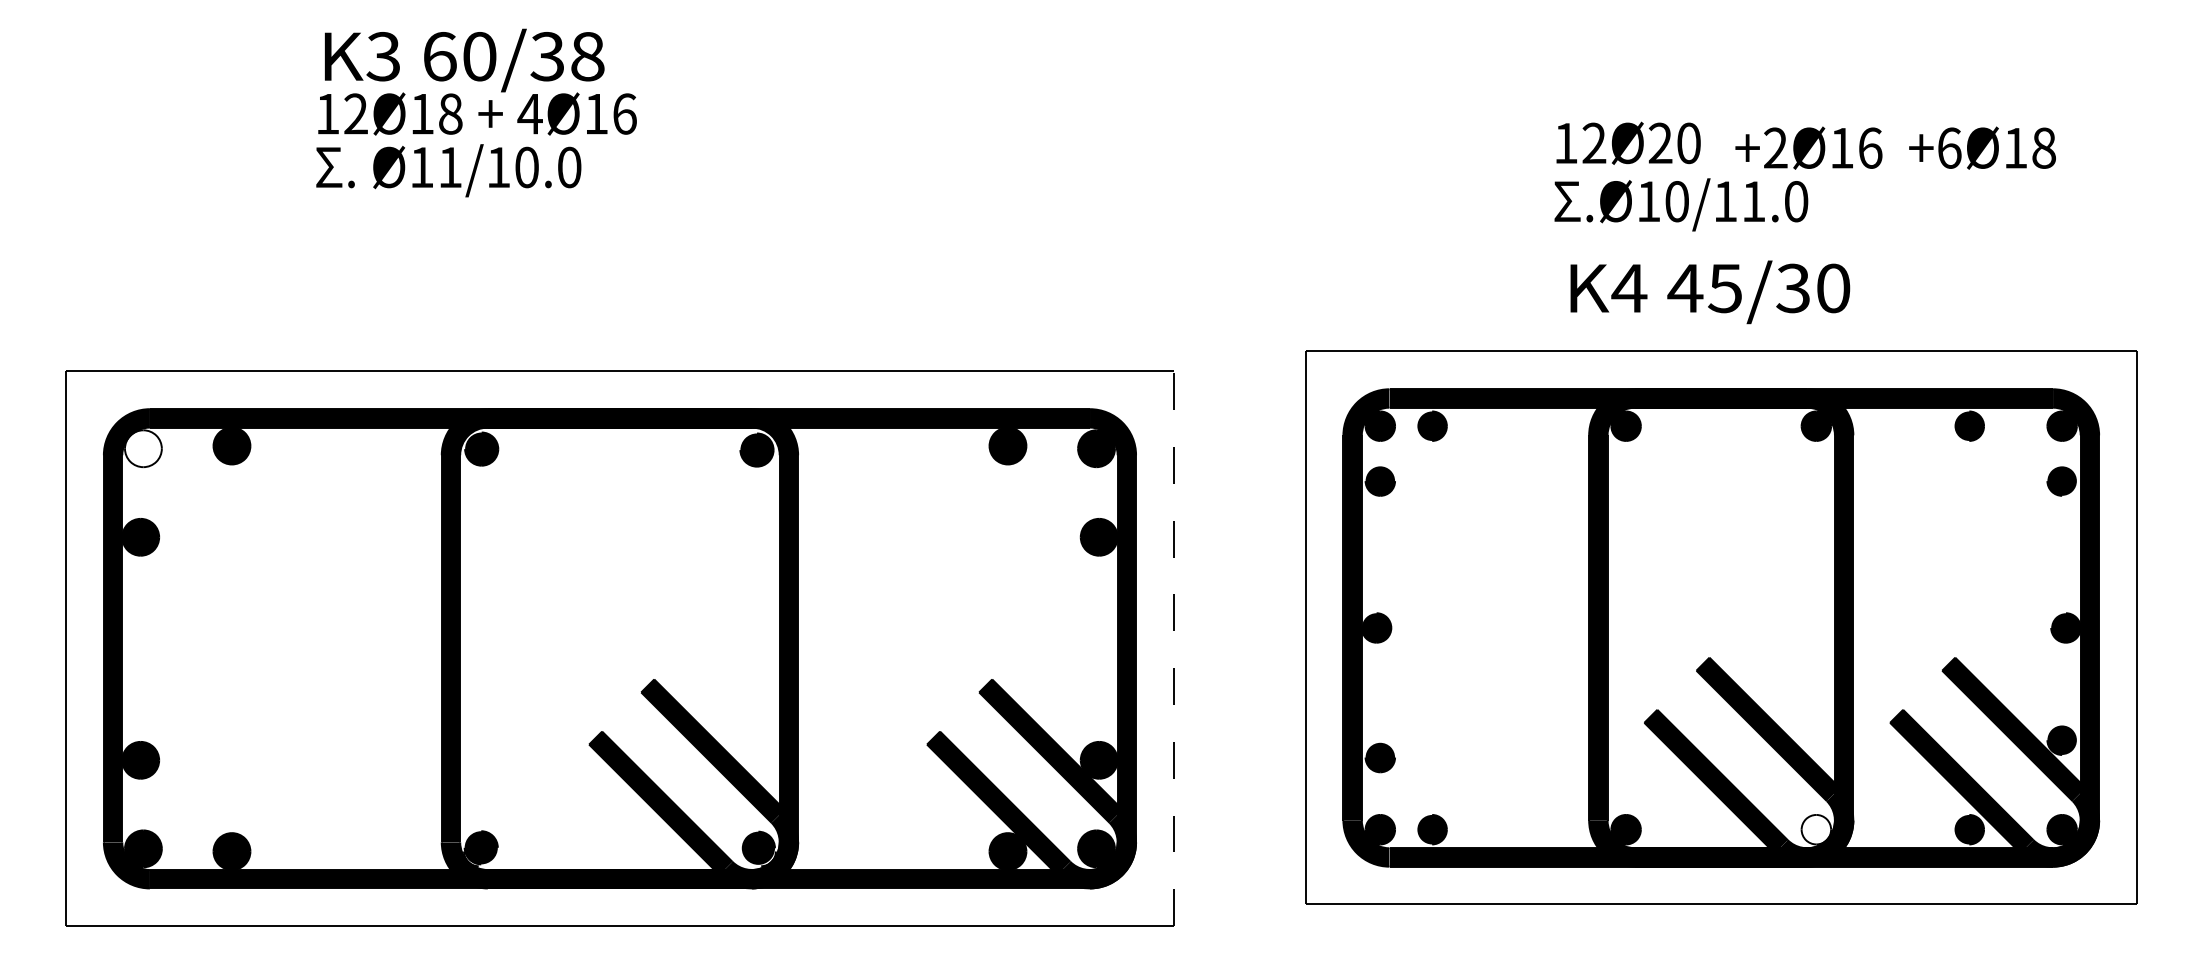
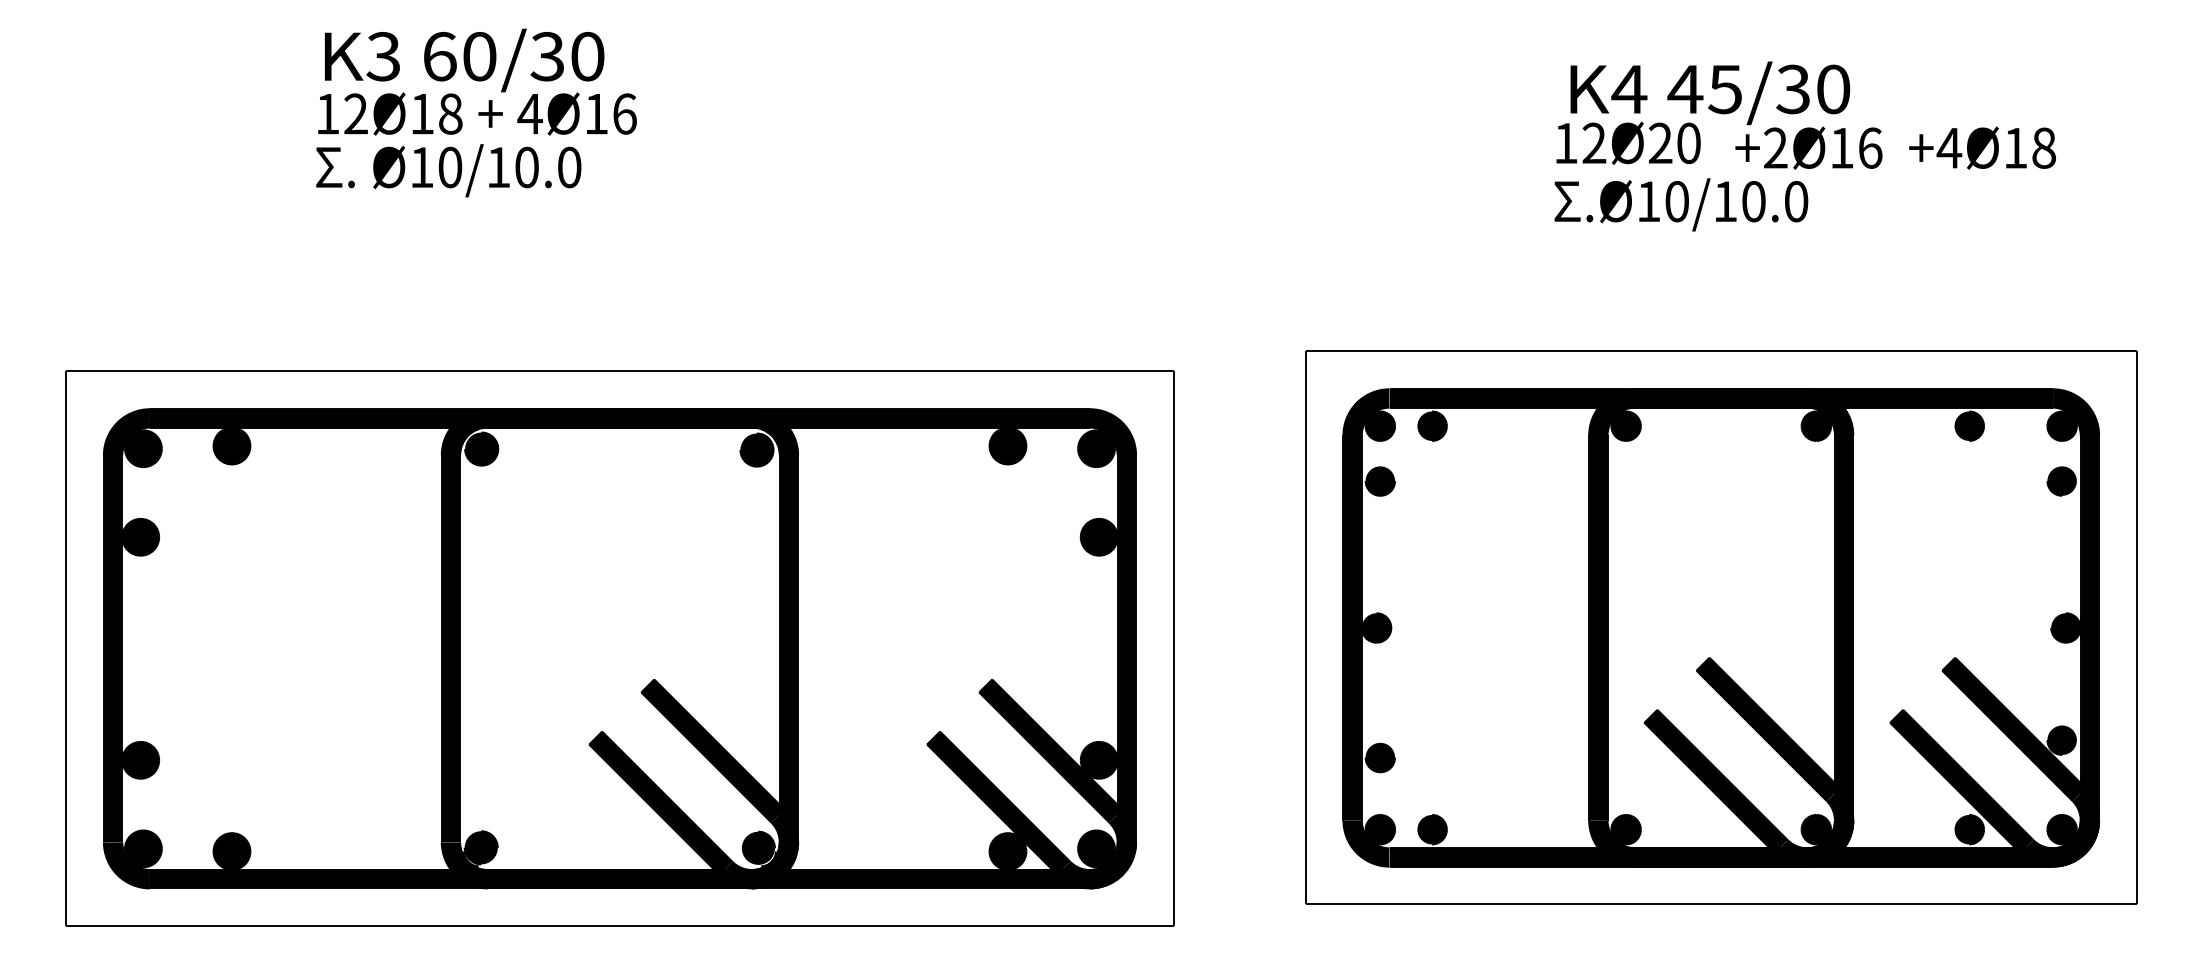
text at (587, 56): 60/38 -> 60/30
text at (1949, 147): +6Ø18 -> +4Ø18
text at (450, 167): Ø11/10.0 -> Ø10/10.0
text at (1753, 201): .Ø10/11.0 -> .Ø10/10.0
text at (1710, 292) position: (1710, 292) -> (1710, 93)
fill at (142, 448): none -> present
line at (1173, 648): dashed -> solid
fill at (1816, 829): none -> present
